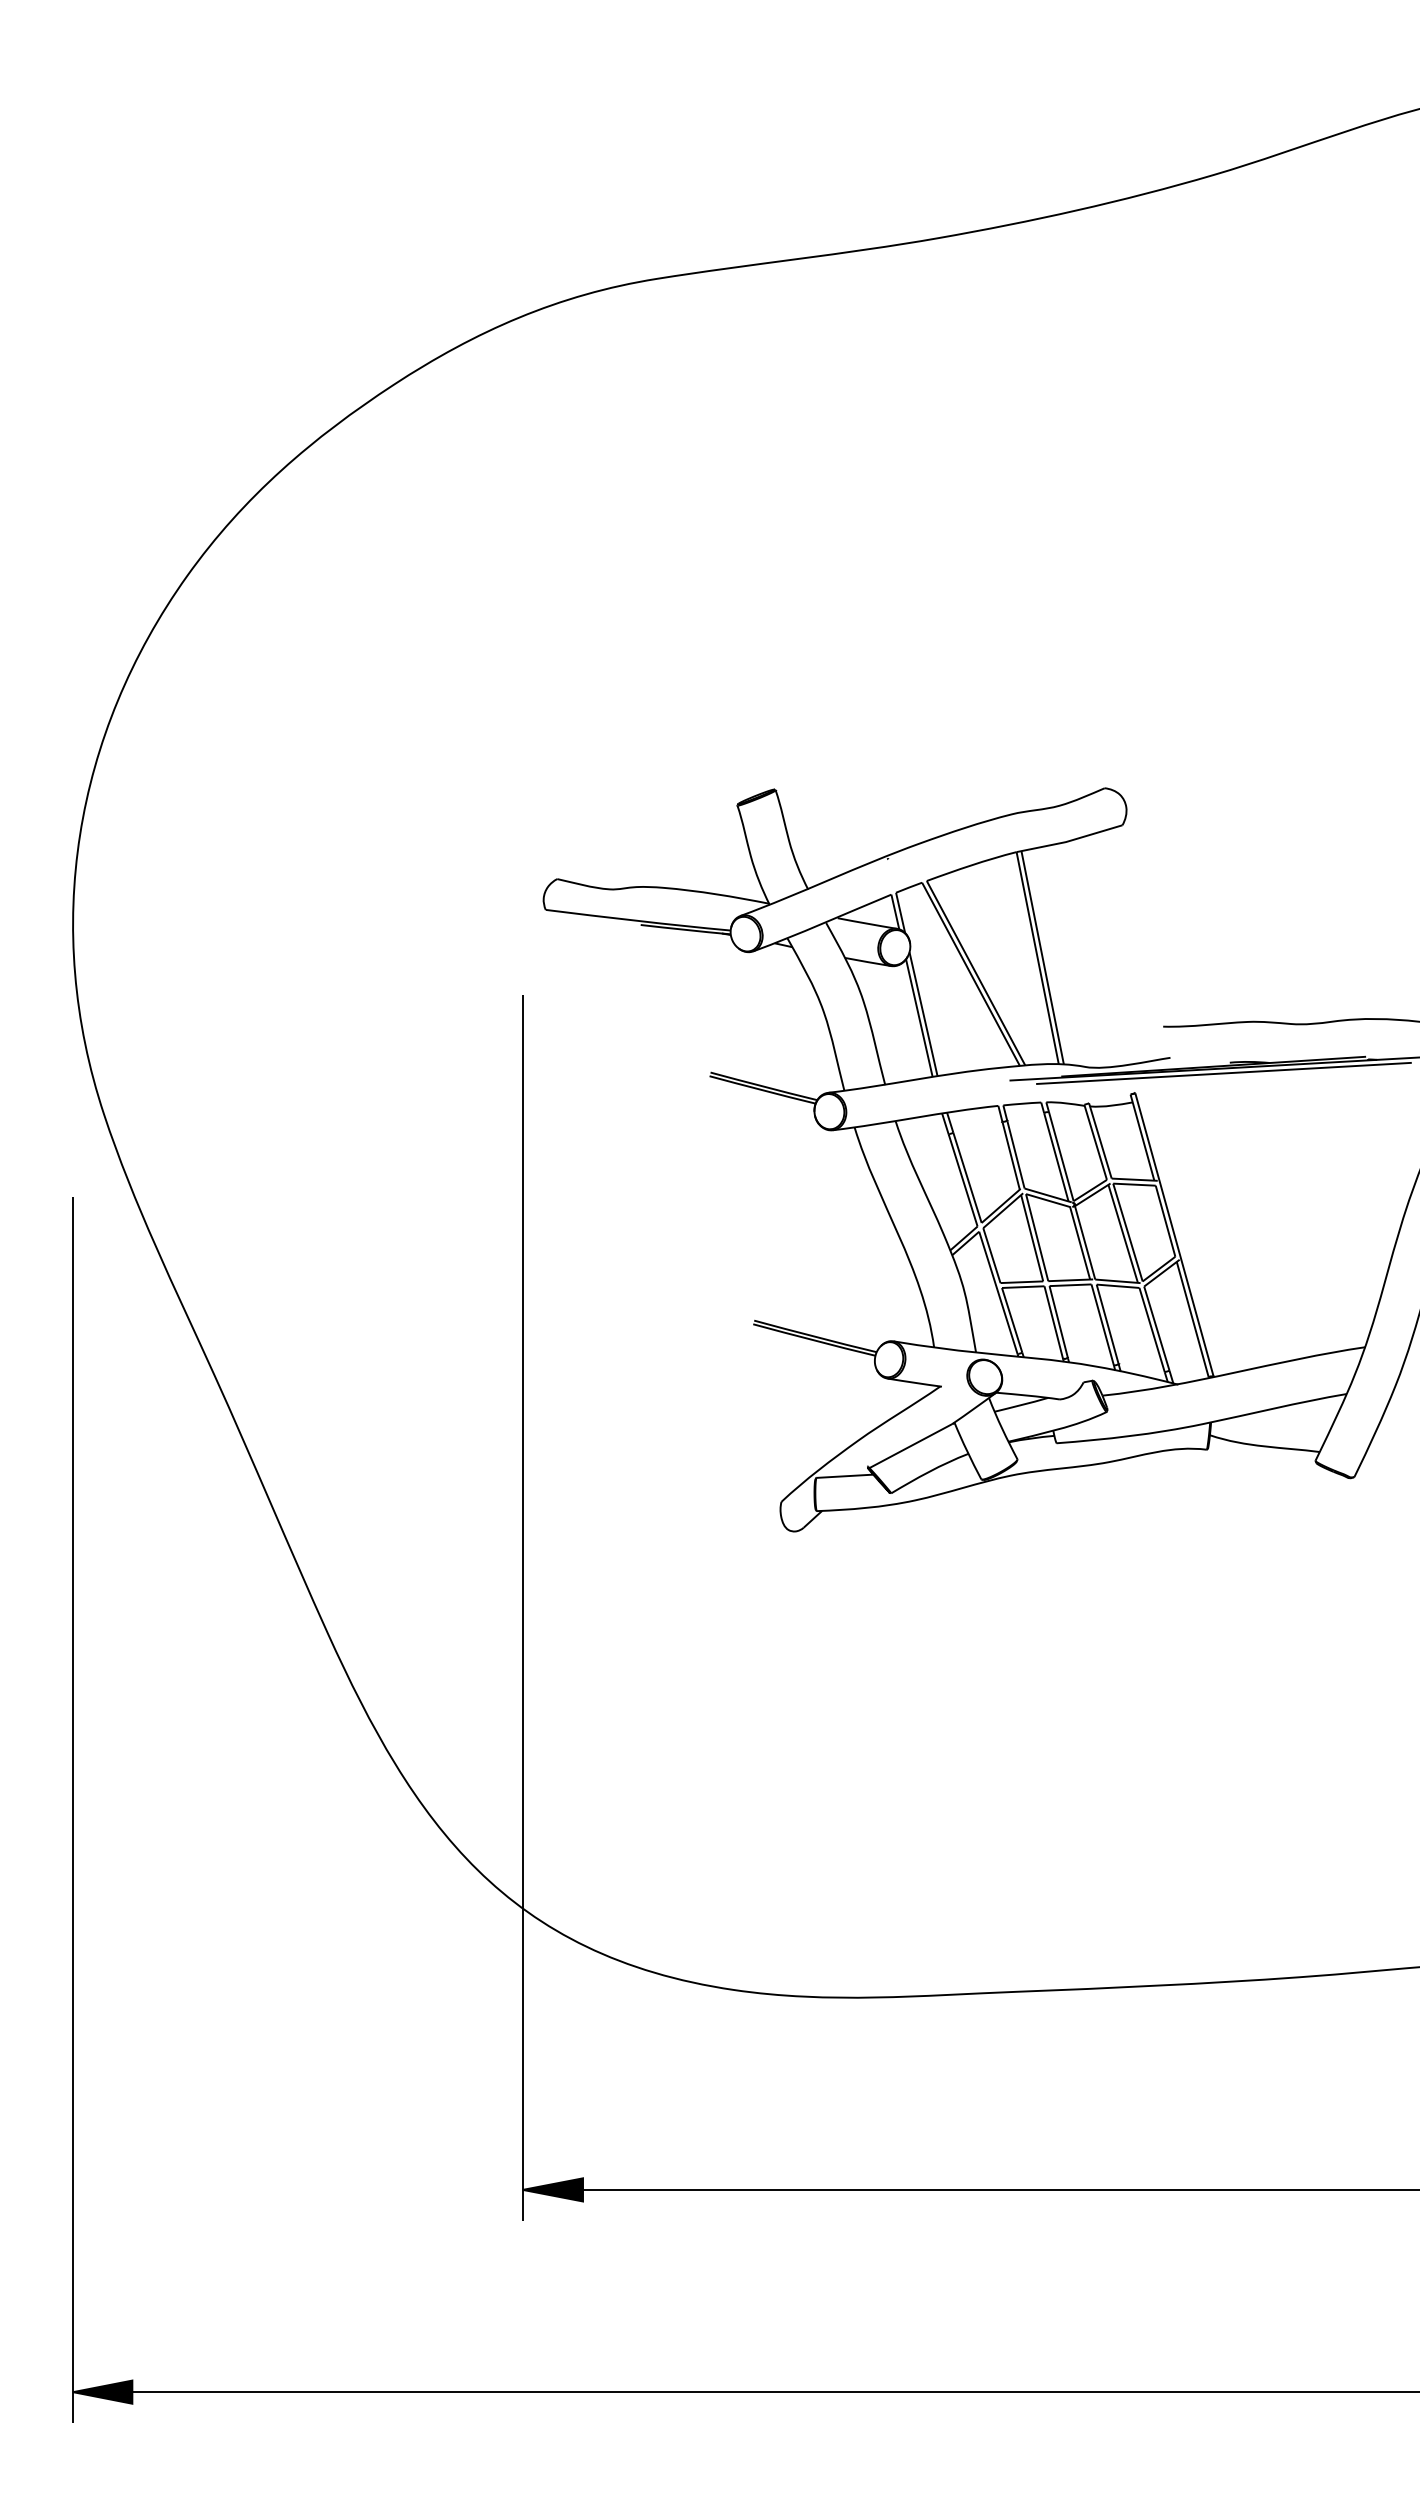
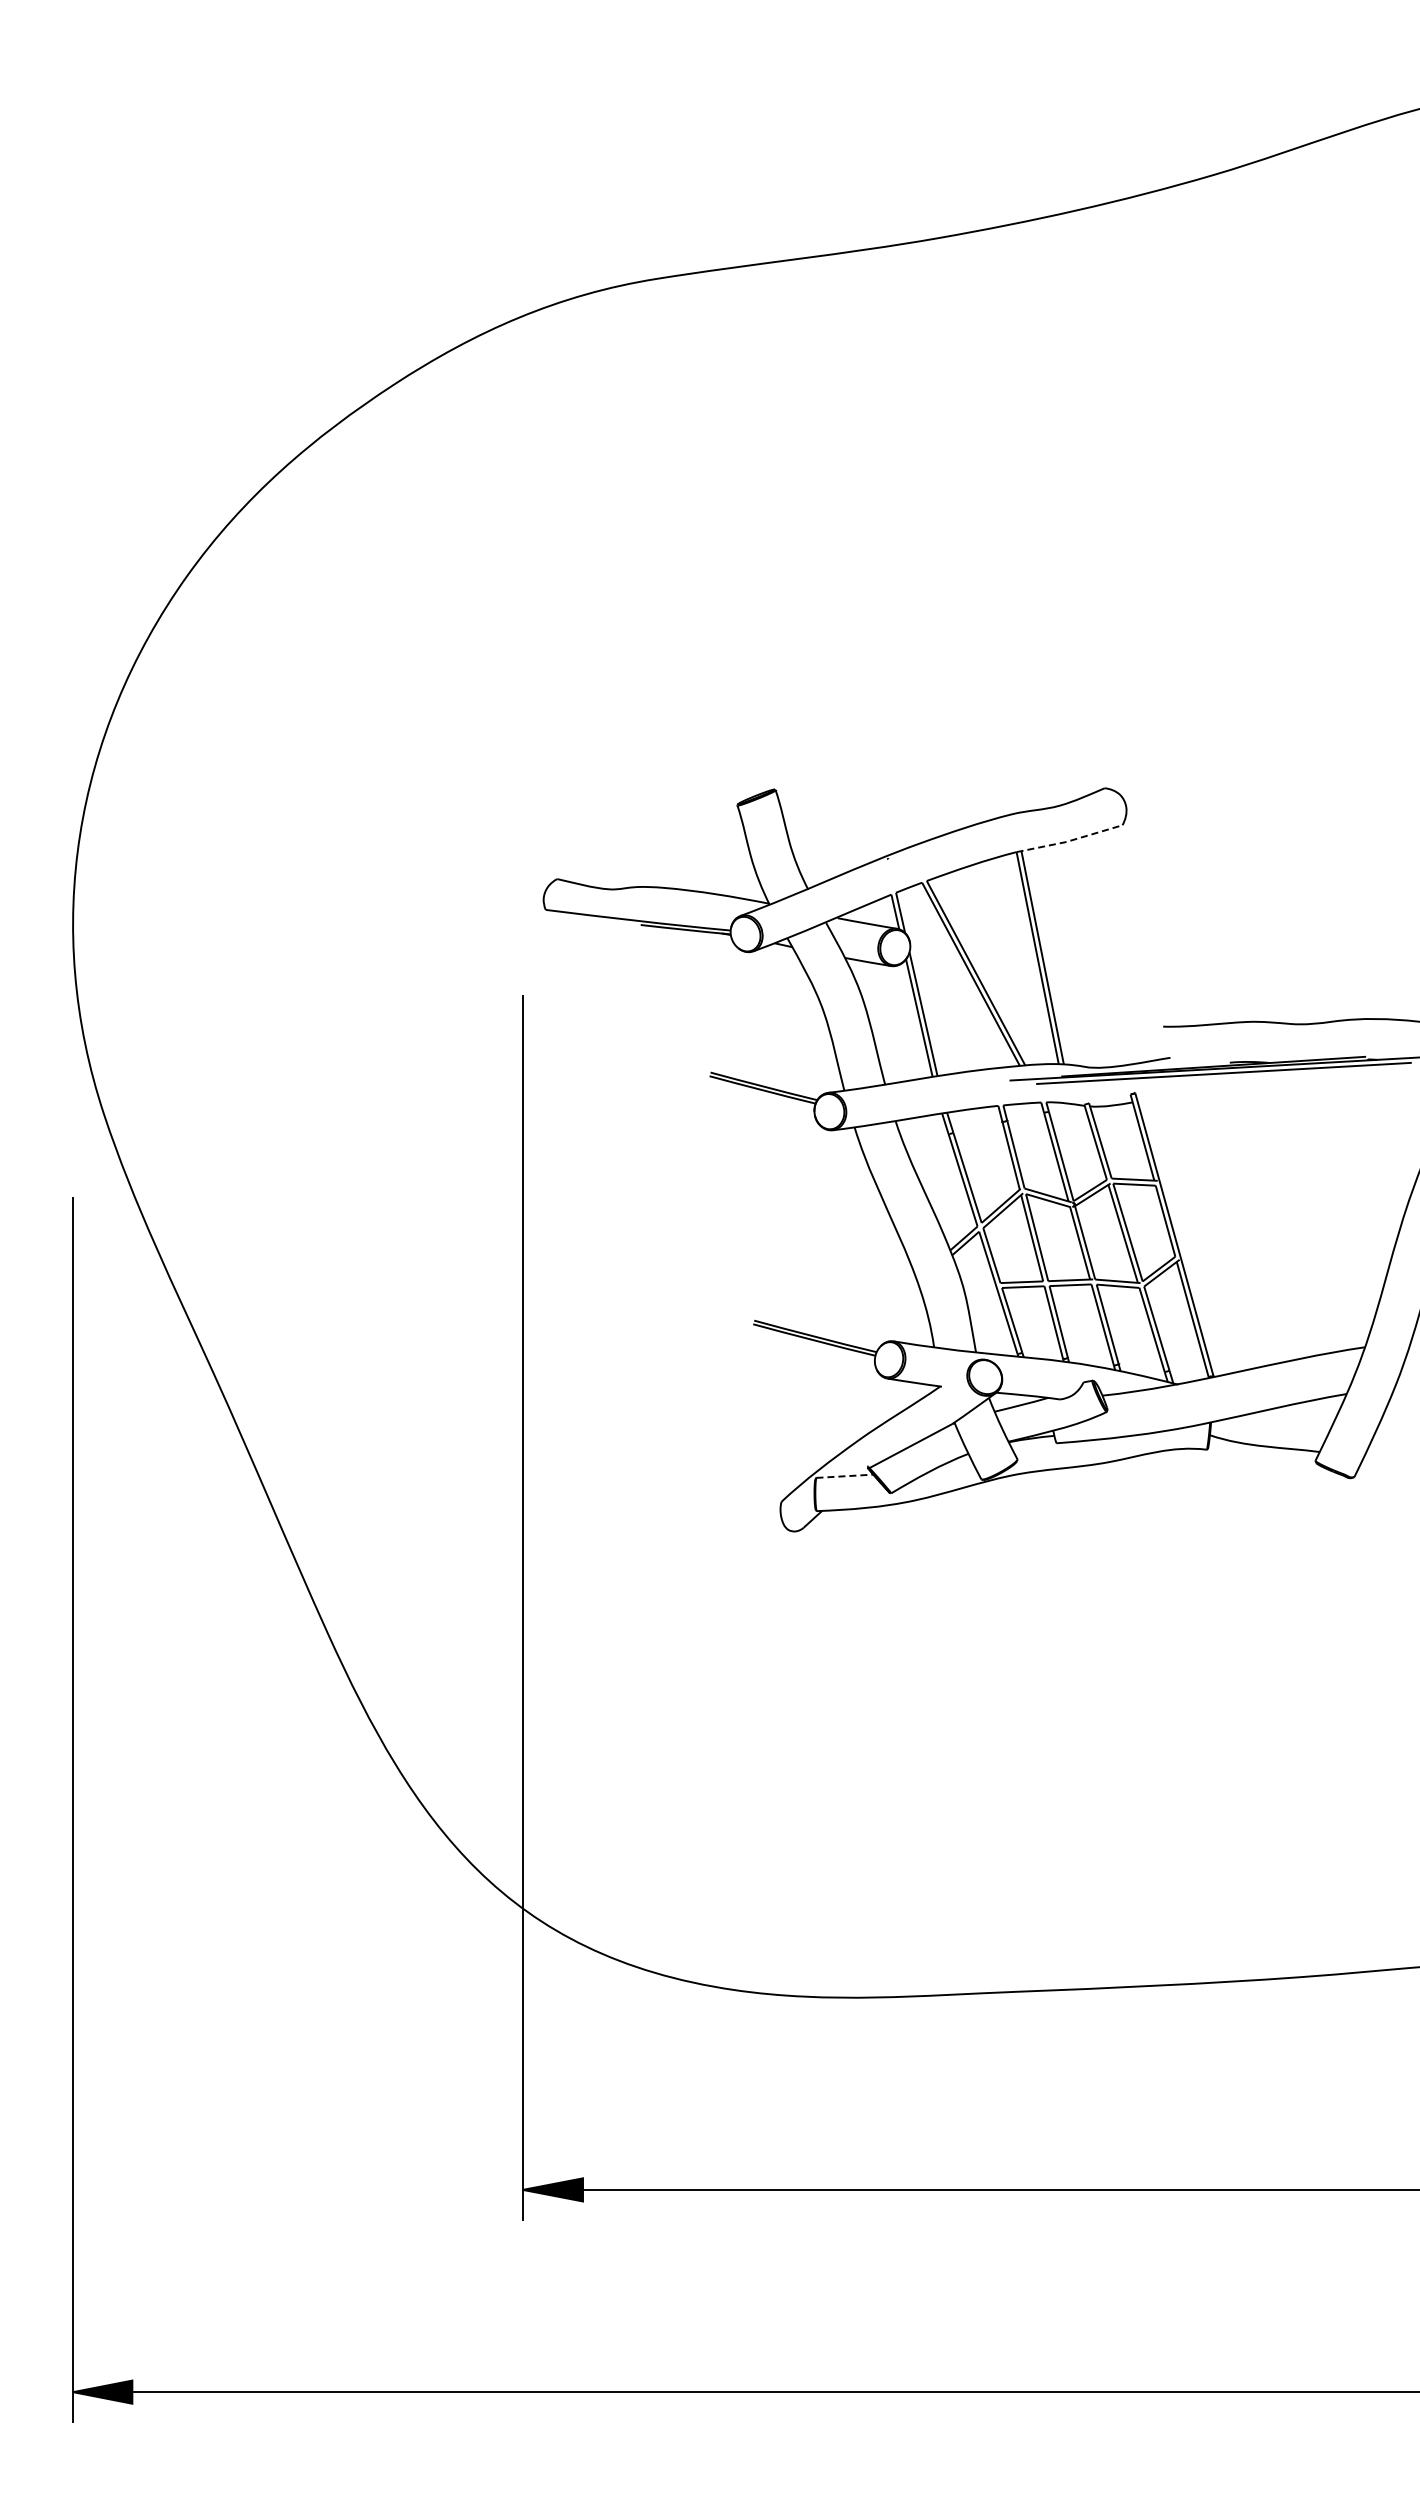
line at (1069, 840): solid -> dashed
line at (845, 1476): solid -> dashed
